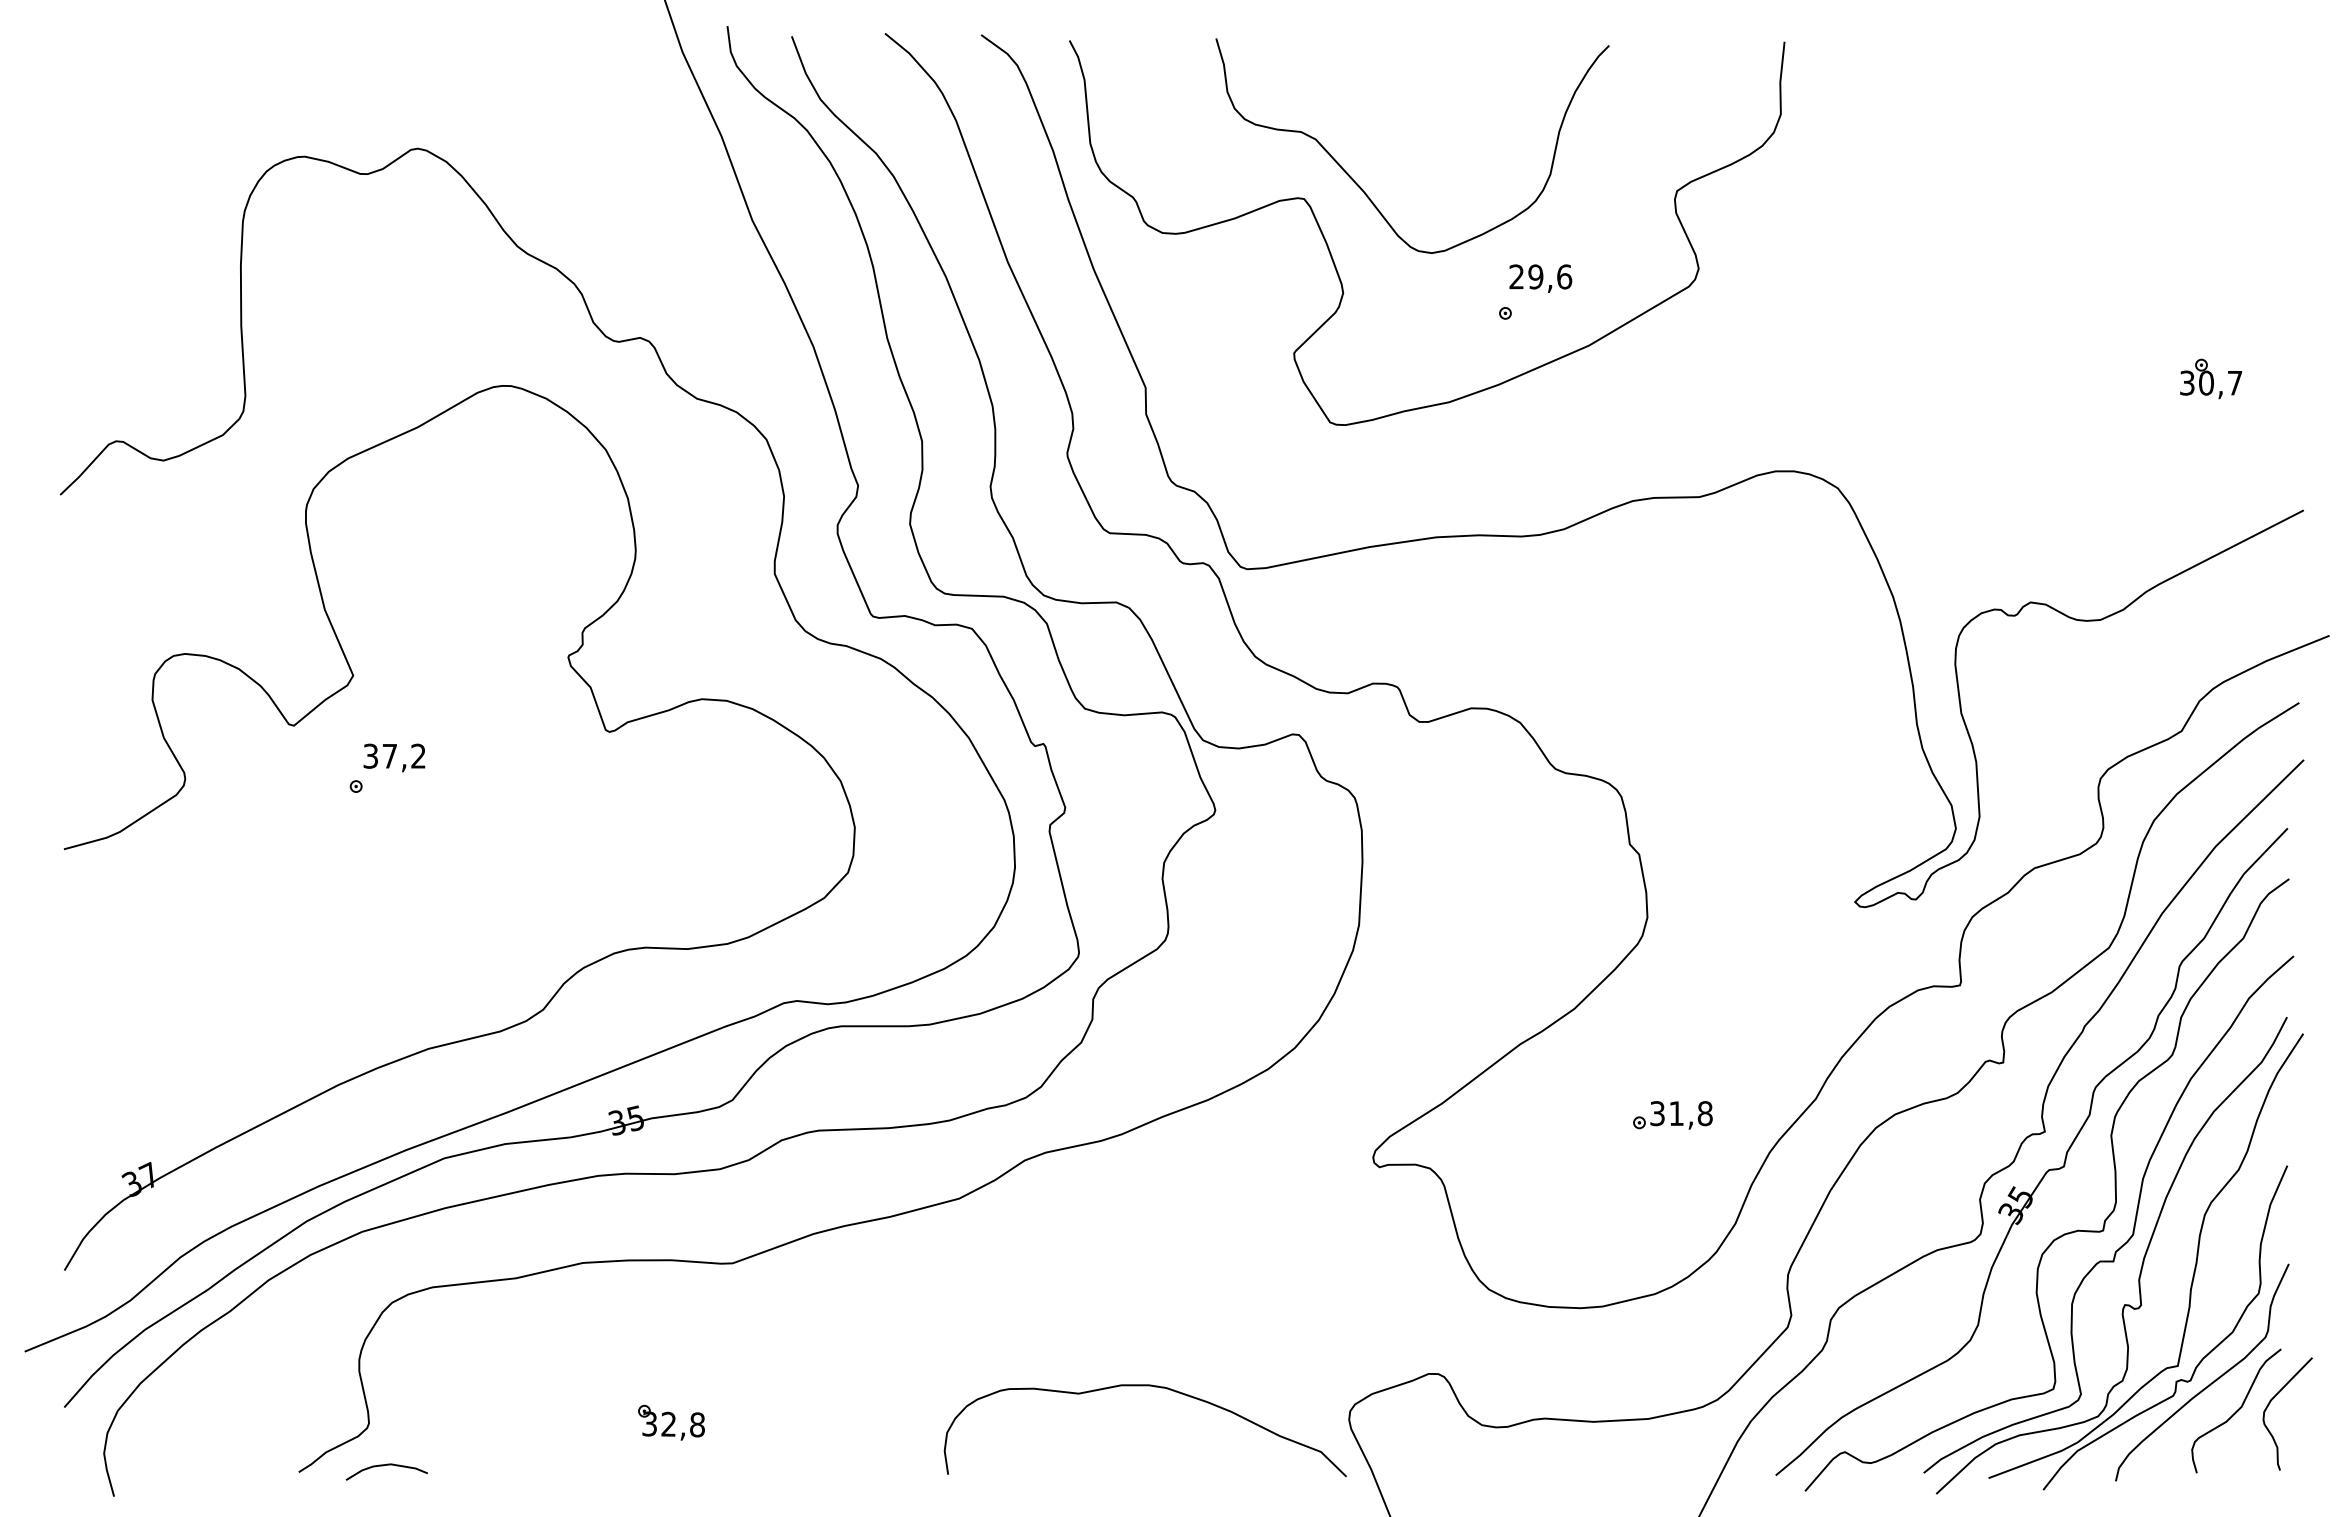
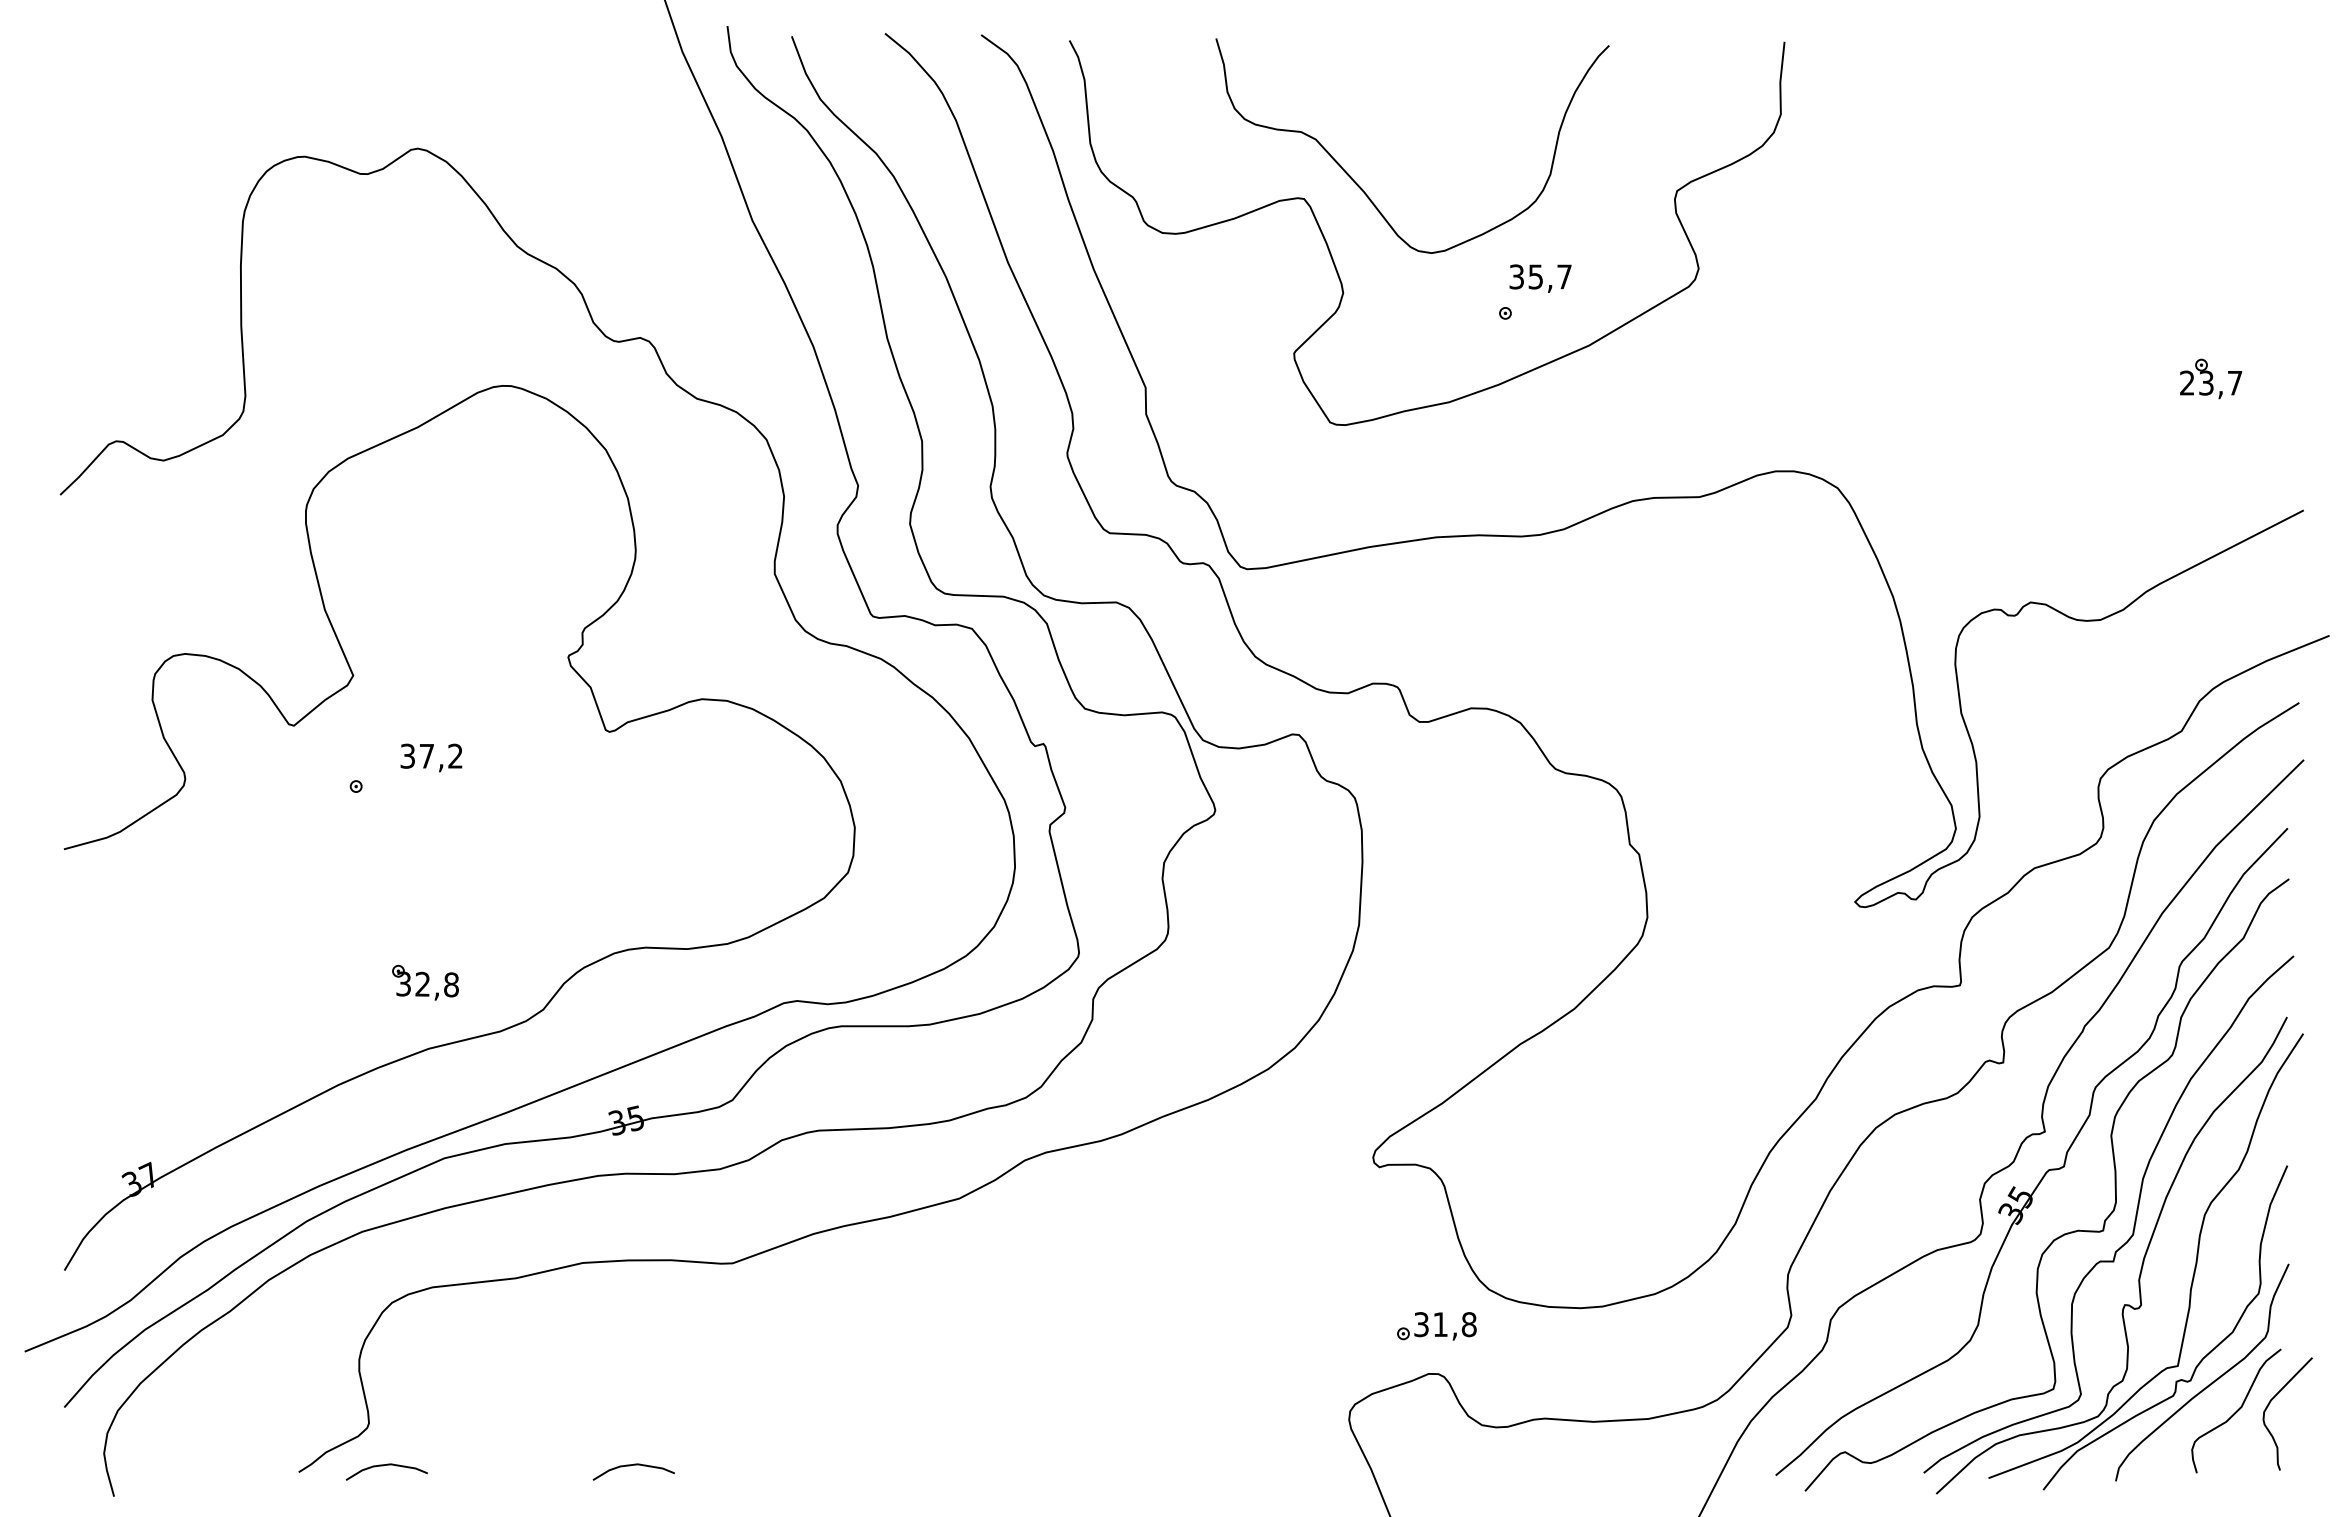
text at (1540, 276): 29,6 -> 35,7
text at (2196, 382): 30,7 -> 23,7
text at (394, 757) position: (394, 757) -> (431, 757)
part at (1672, 1115) position: (1672, 1115) -> (1436, 1326)
curve at (1144, 1386): present -> none
part at (671, 1422) position: (671, 1422) -> (425, 982)
curve at (630, 1466): none -> present
